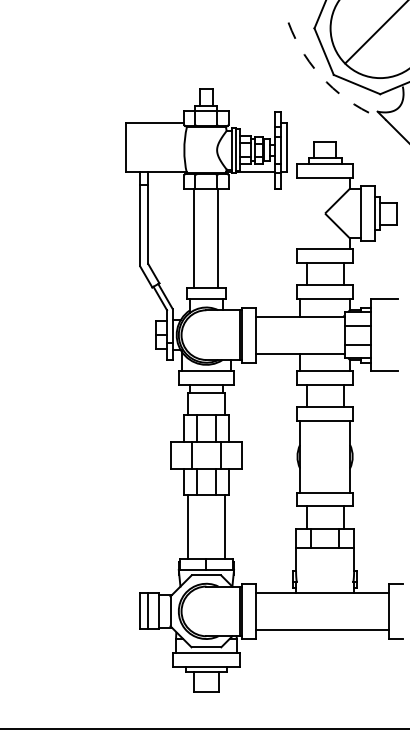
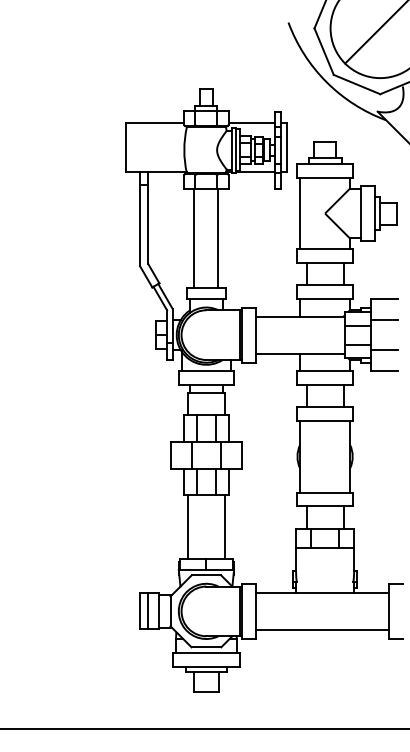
arc at (326, 82): dashed -> solid
line at (251, 122): none -> present
line at (300, 213): none -> present
line at (384, 320): none -> present
line at (384, 350): none -> present
